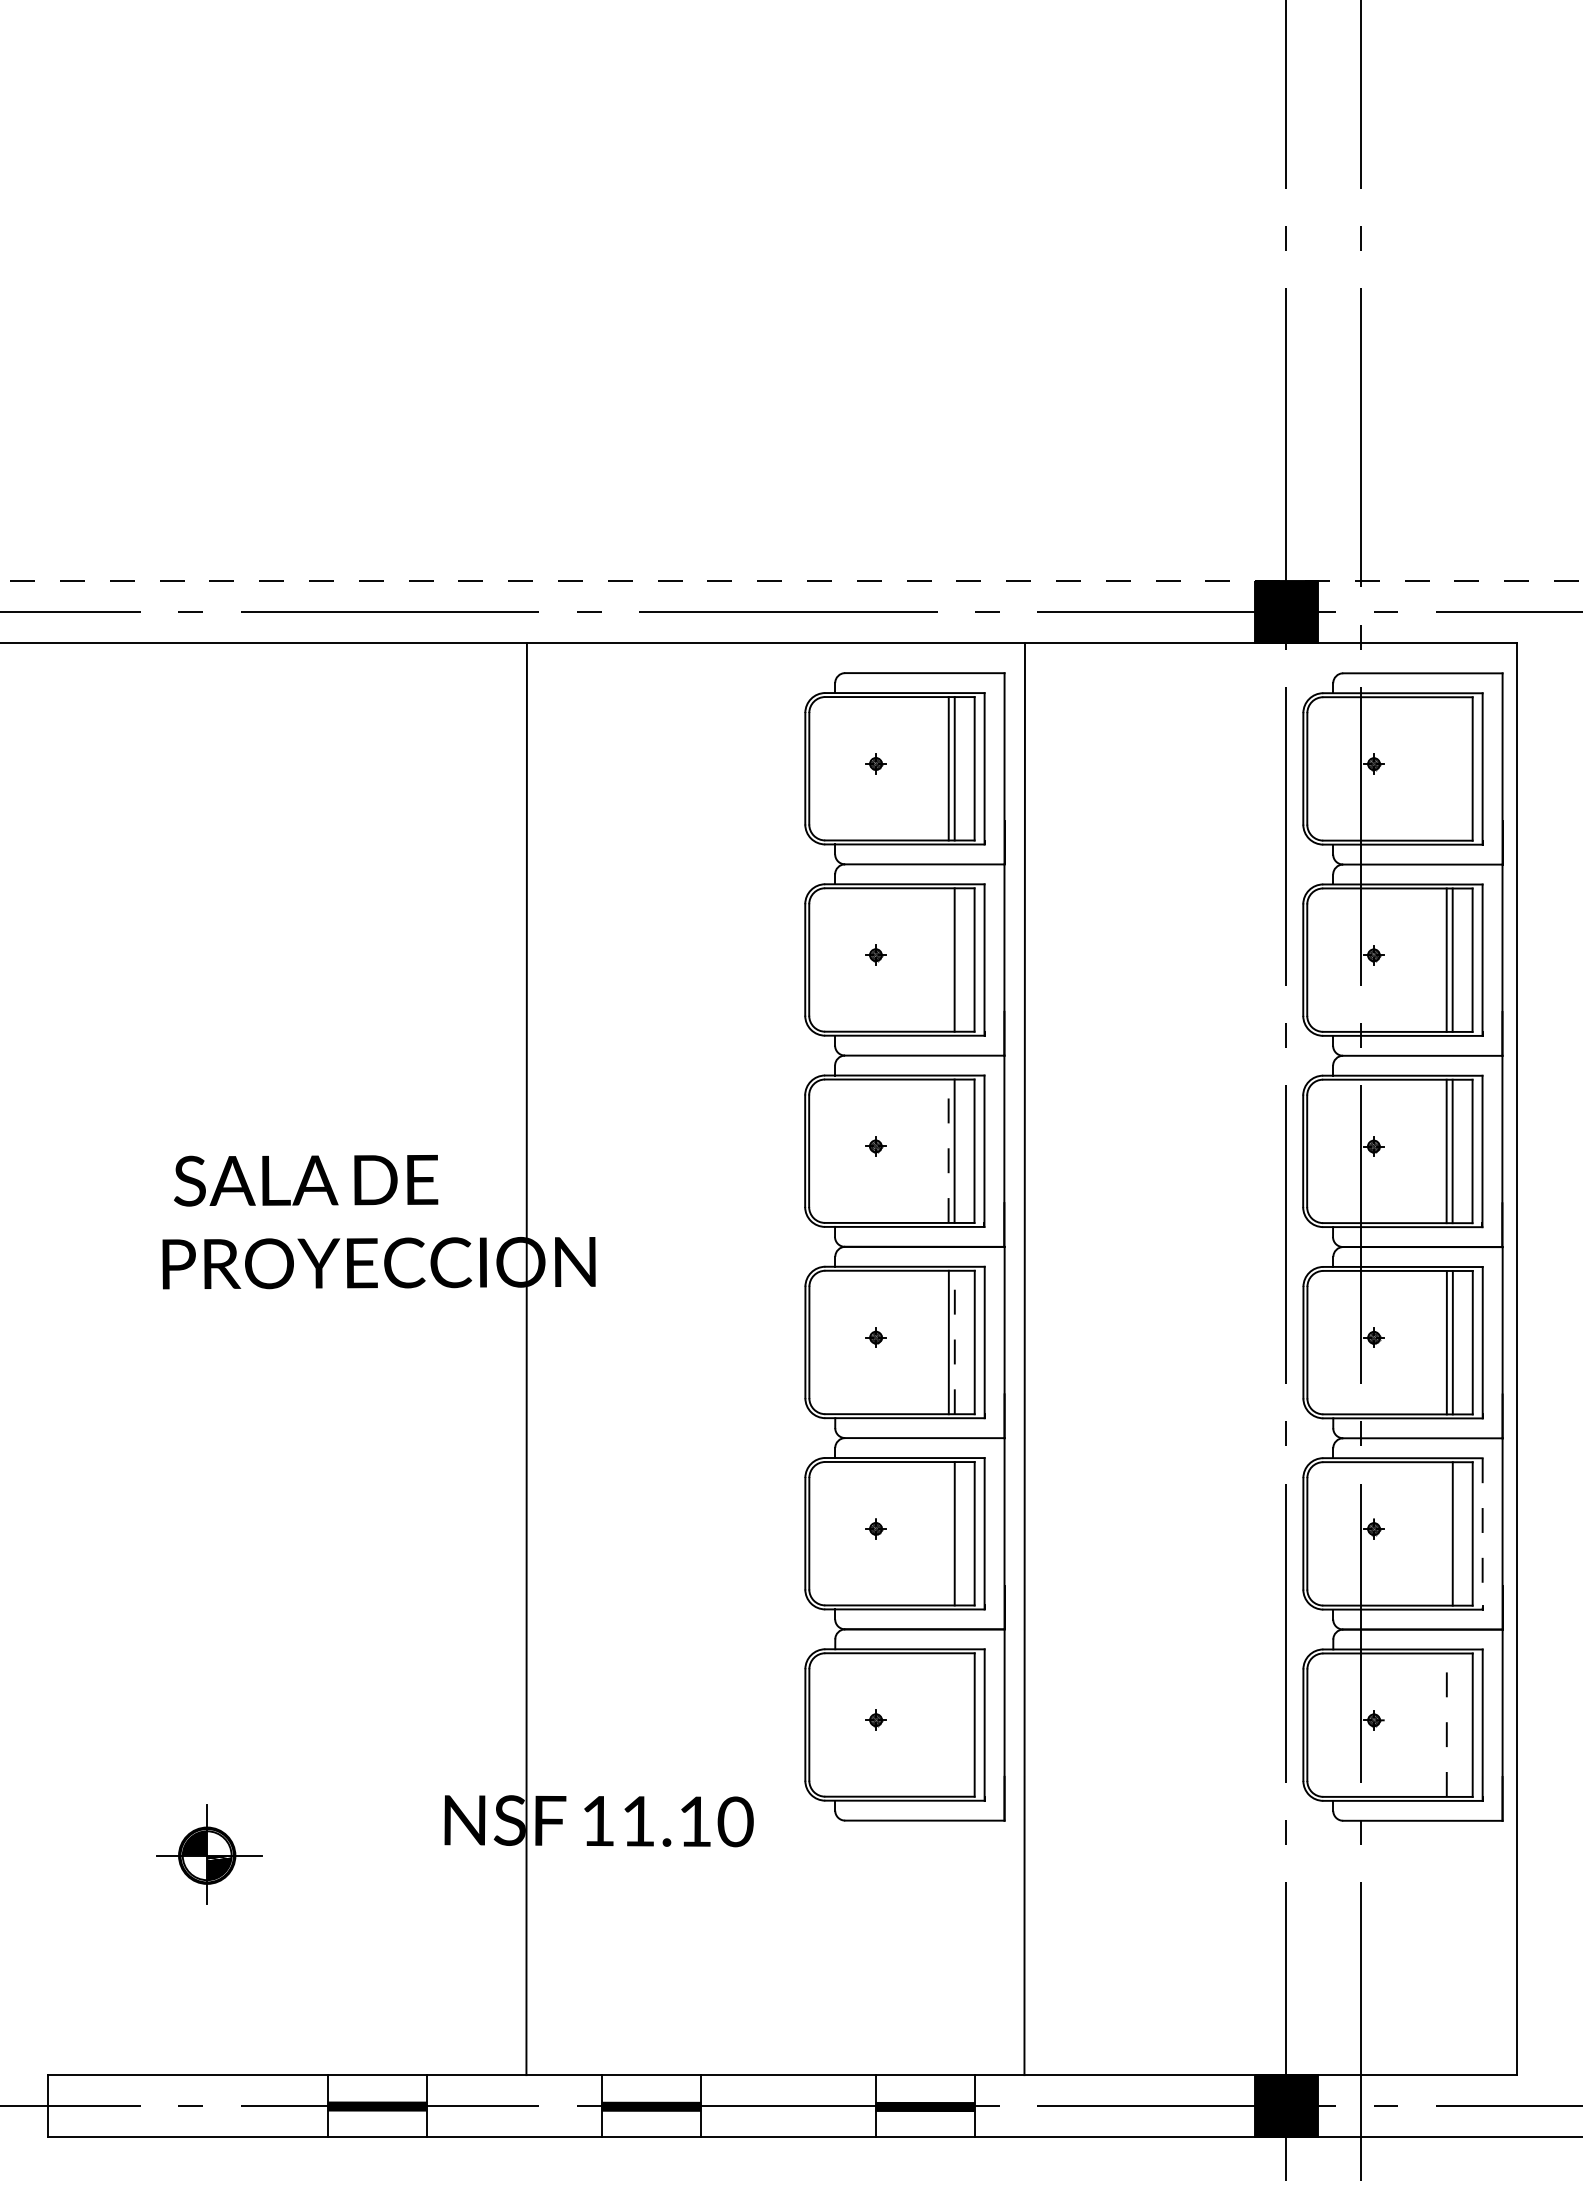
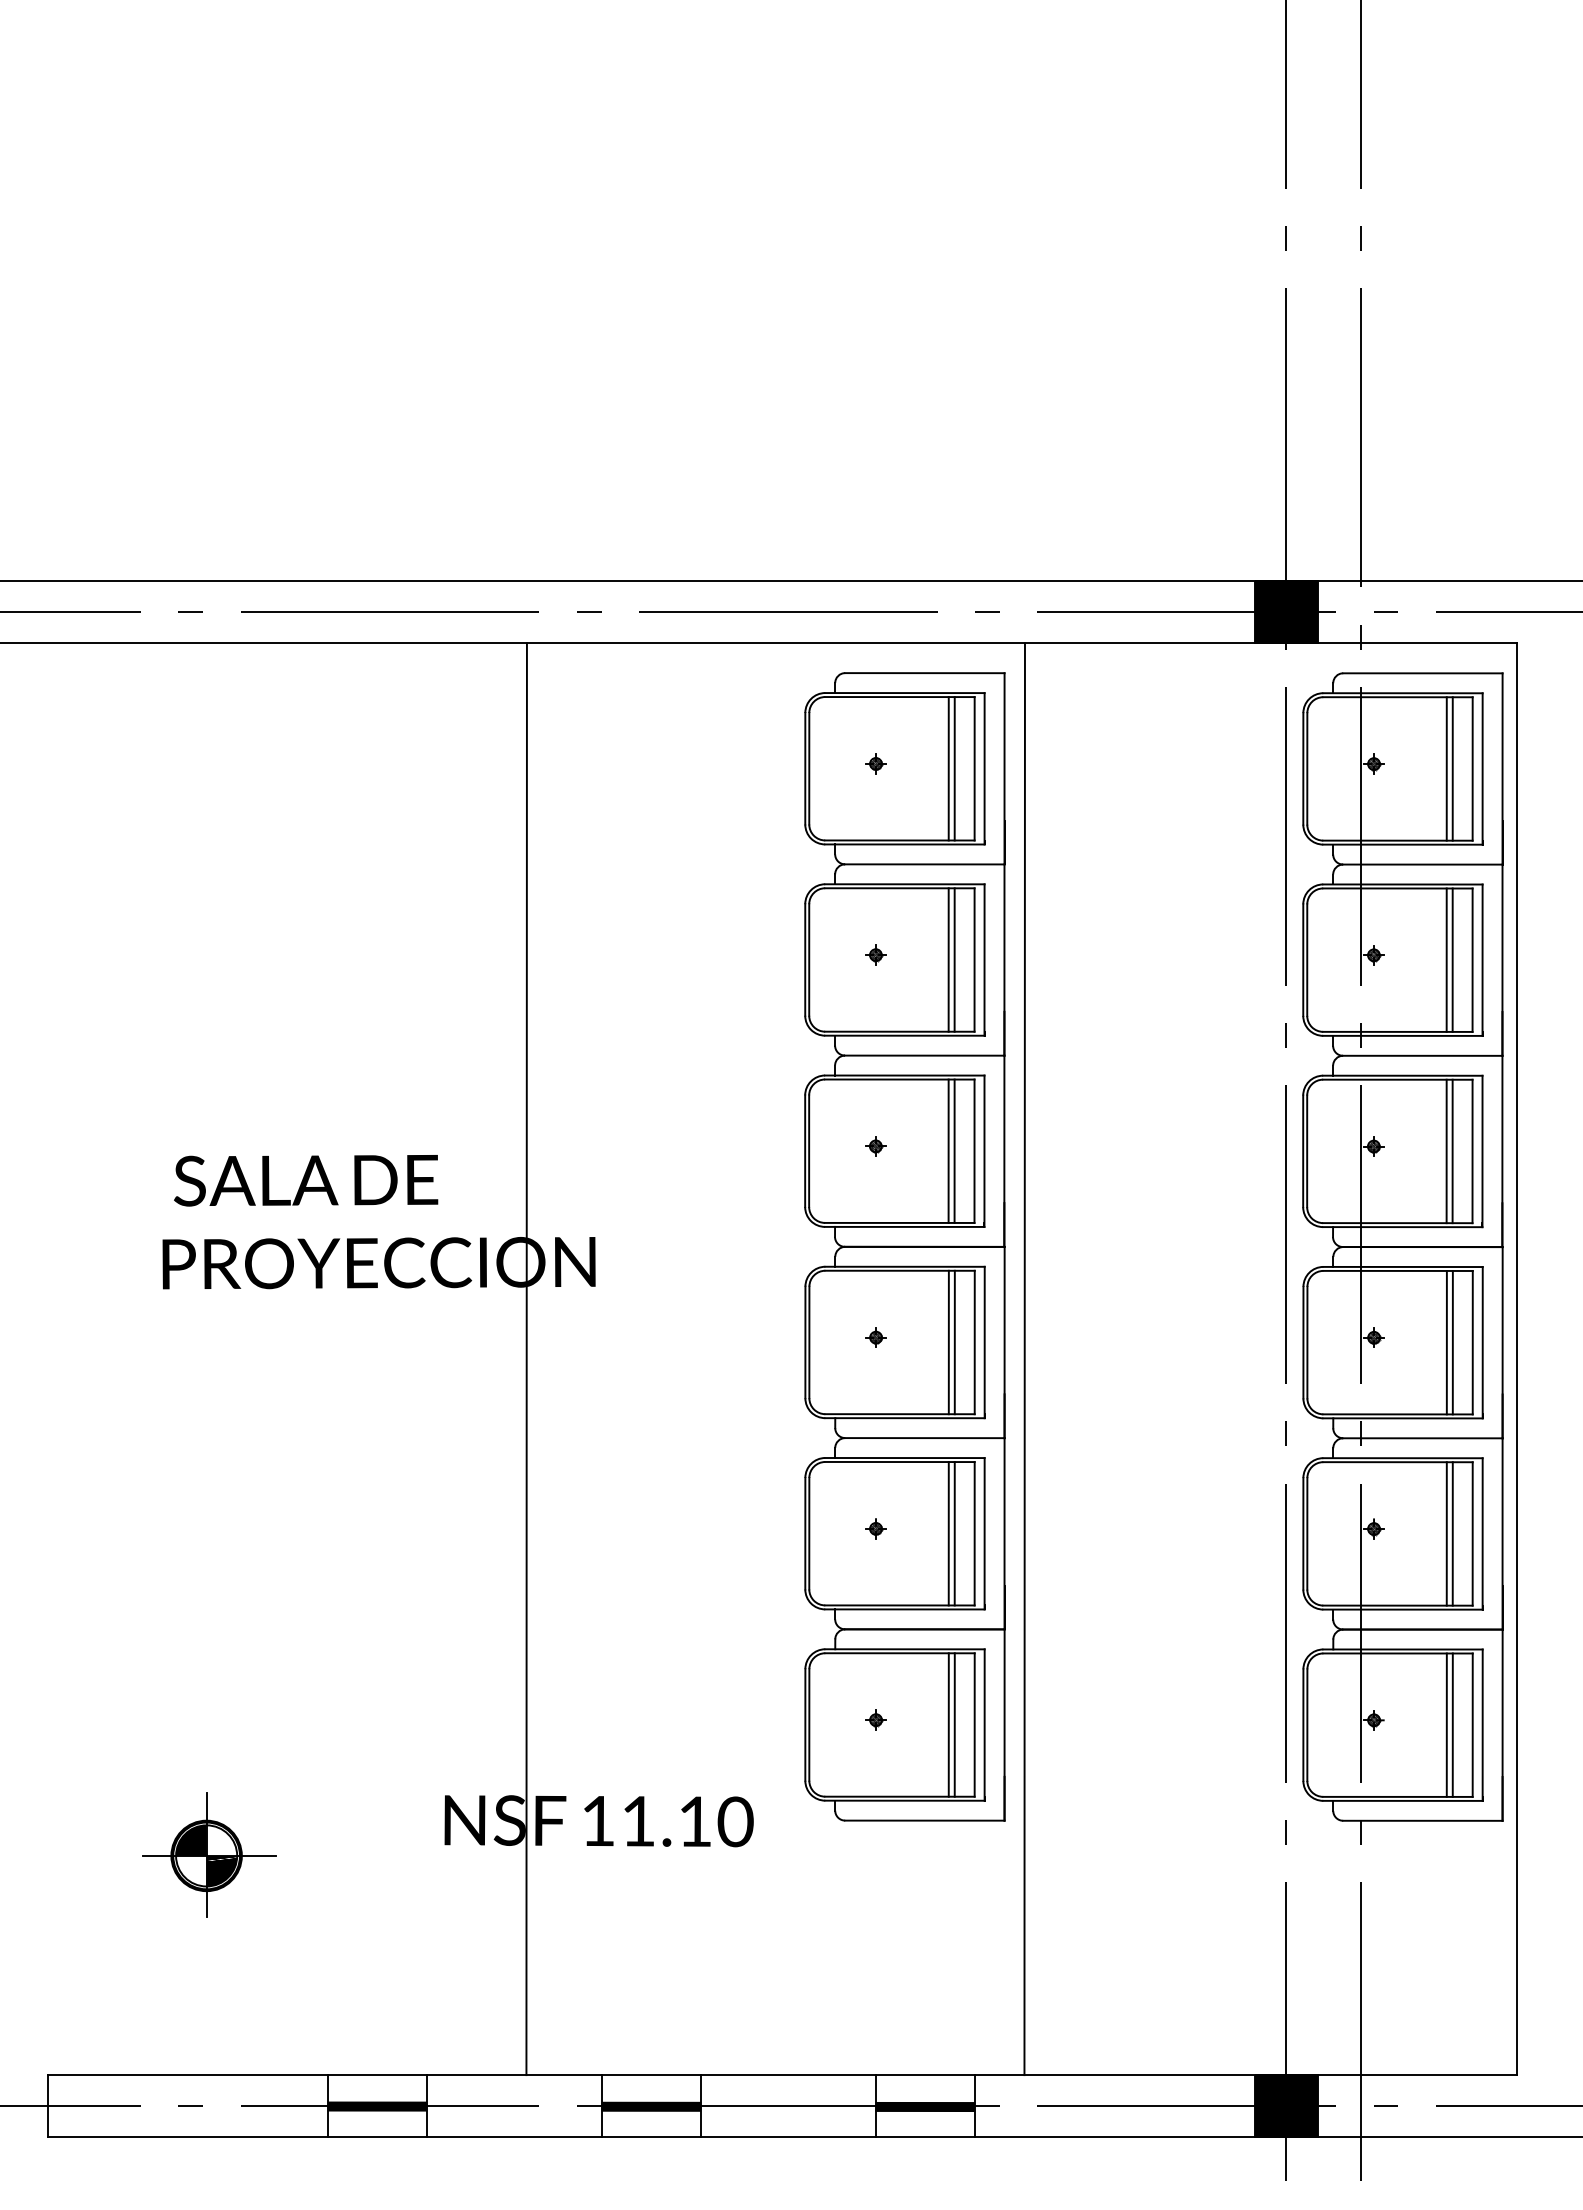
line at (792, 581): dashed -> solid
line at (1446, 768): none -> present
line at (1452, 768): none -> present
line at (948, 959): none -> present
line at (948, 1151): dashed -> solid
line at (954, 1342): dashed -> solid
line at (948, 1533): none -> present
line at (1446, 1533): none -> present
line at (1482, 1533): dashed -> solid
line at (948, 1724): none -> present
line at (954, 1724): none -> present
line at (1452, 1724): none -> present
line at (1446, 1725): dashed -> solid
part at (209, 1854) size: 107x101 px -> 135x126 px
